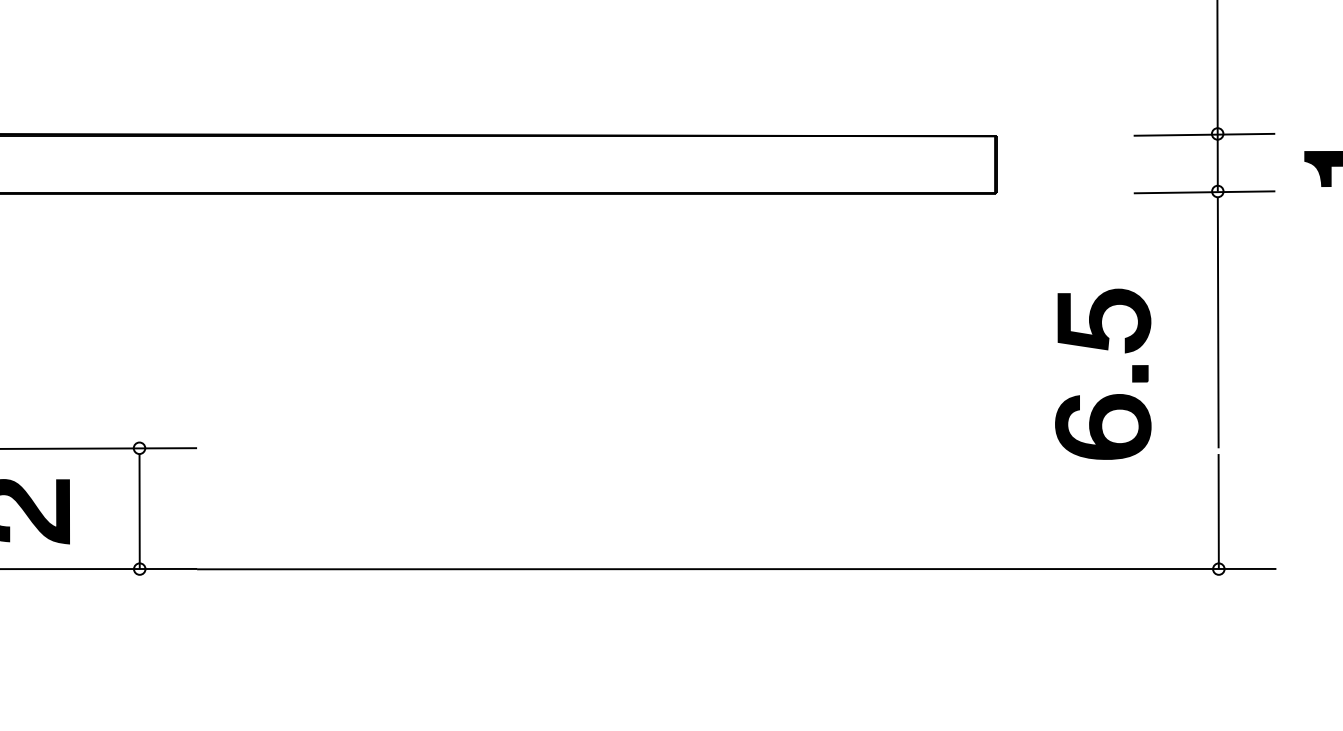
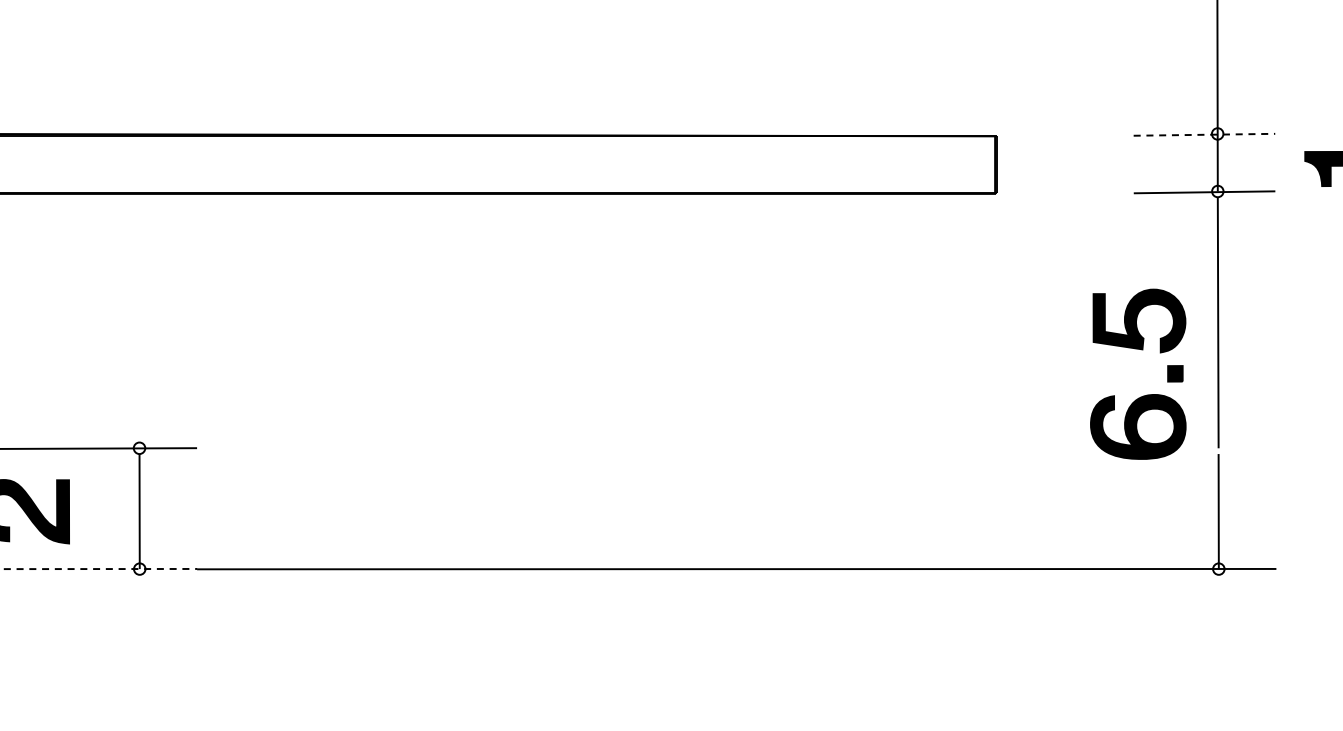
line at (1204, 134): solid -> dashed
part at (1111, 394) position: (1111, 394) -> (1146, 394)
line at (99, 569): solid -> dashed
